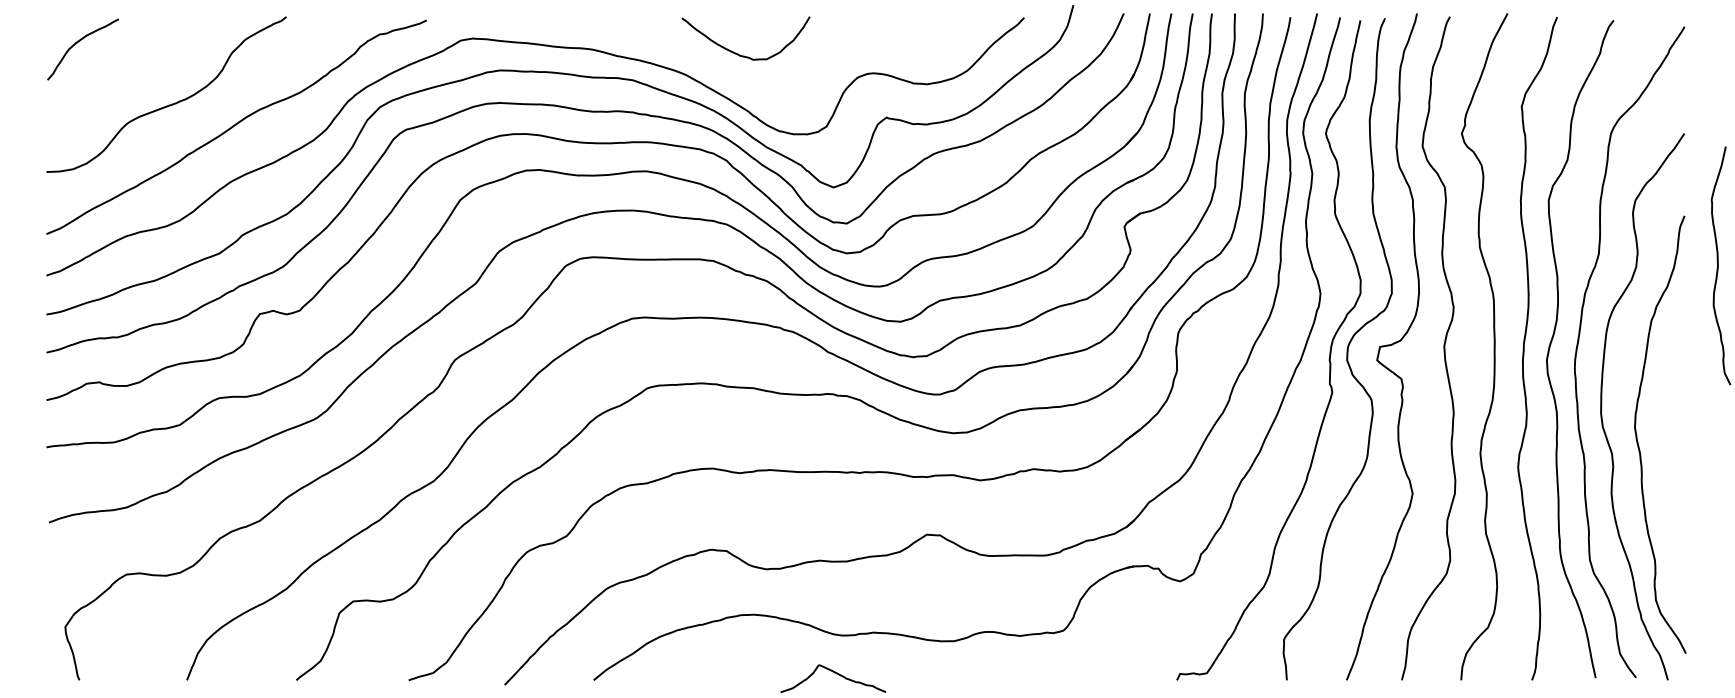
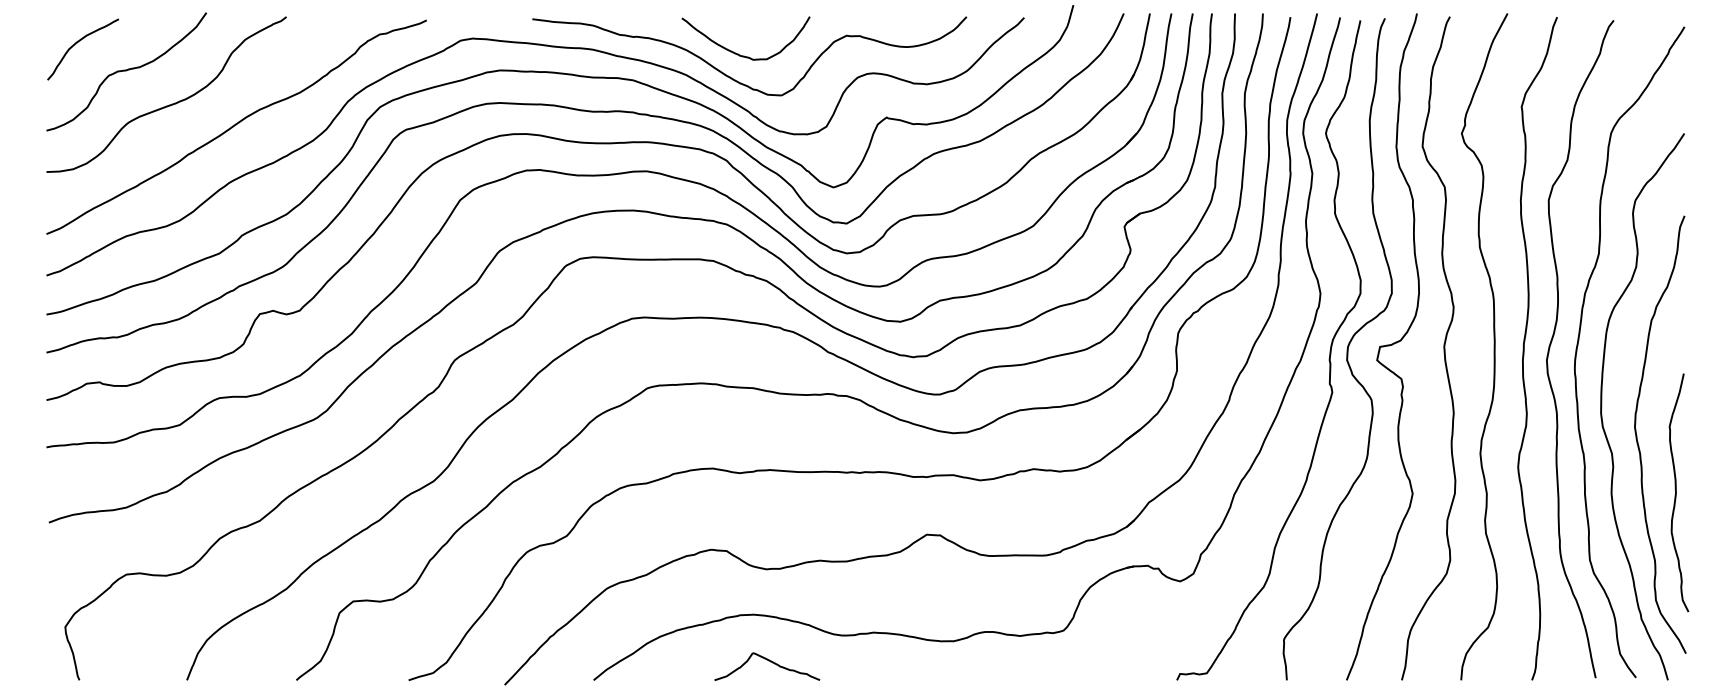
curve at (126, 71): none -> present
curve at (737, 80): none -> present
curve at (1718, 265) position: (1718, 265) -> (1676, 492)
curve at (836, 674) position: (836, 674) -> (770, 662)
